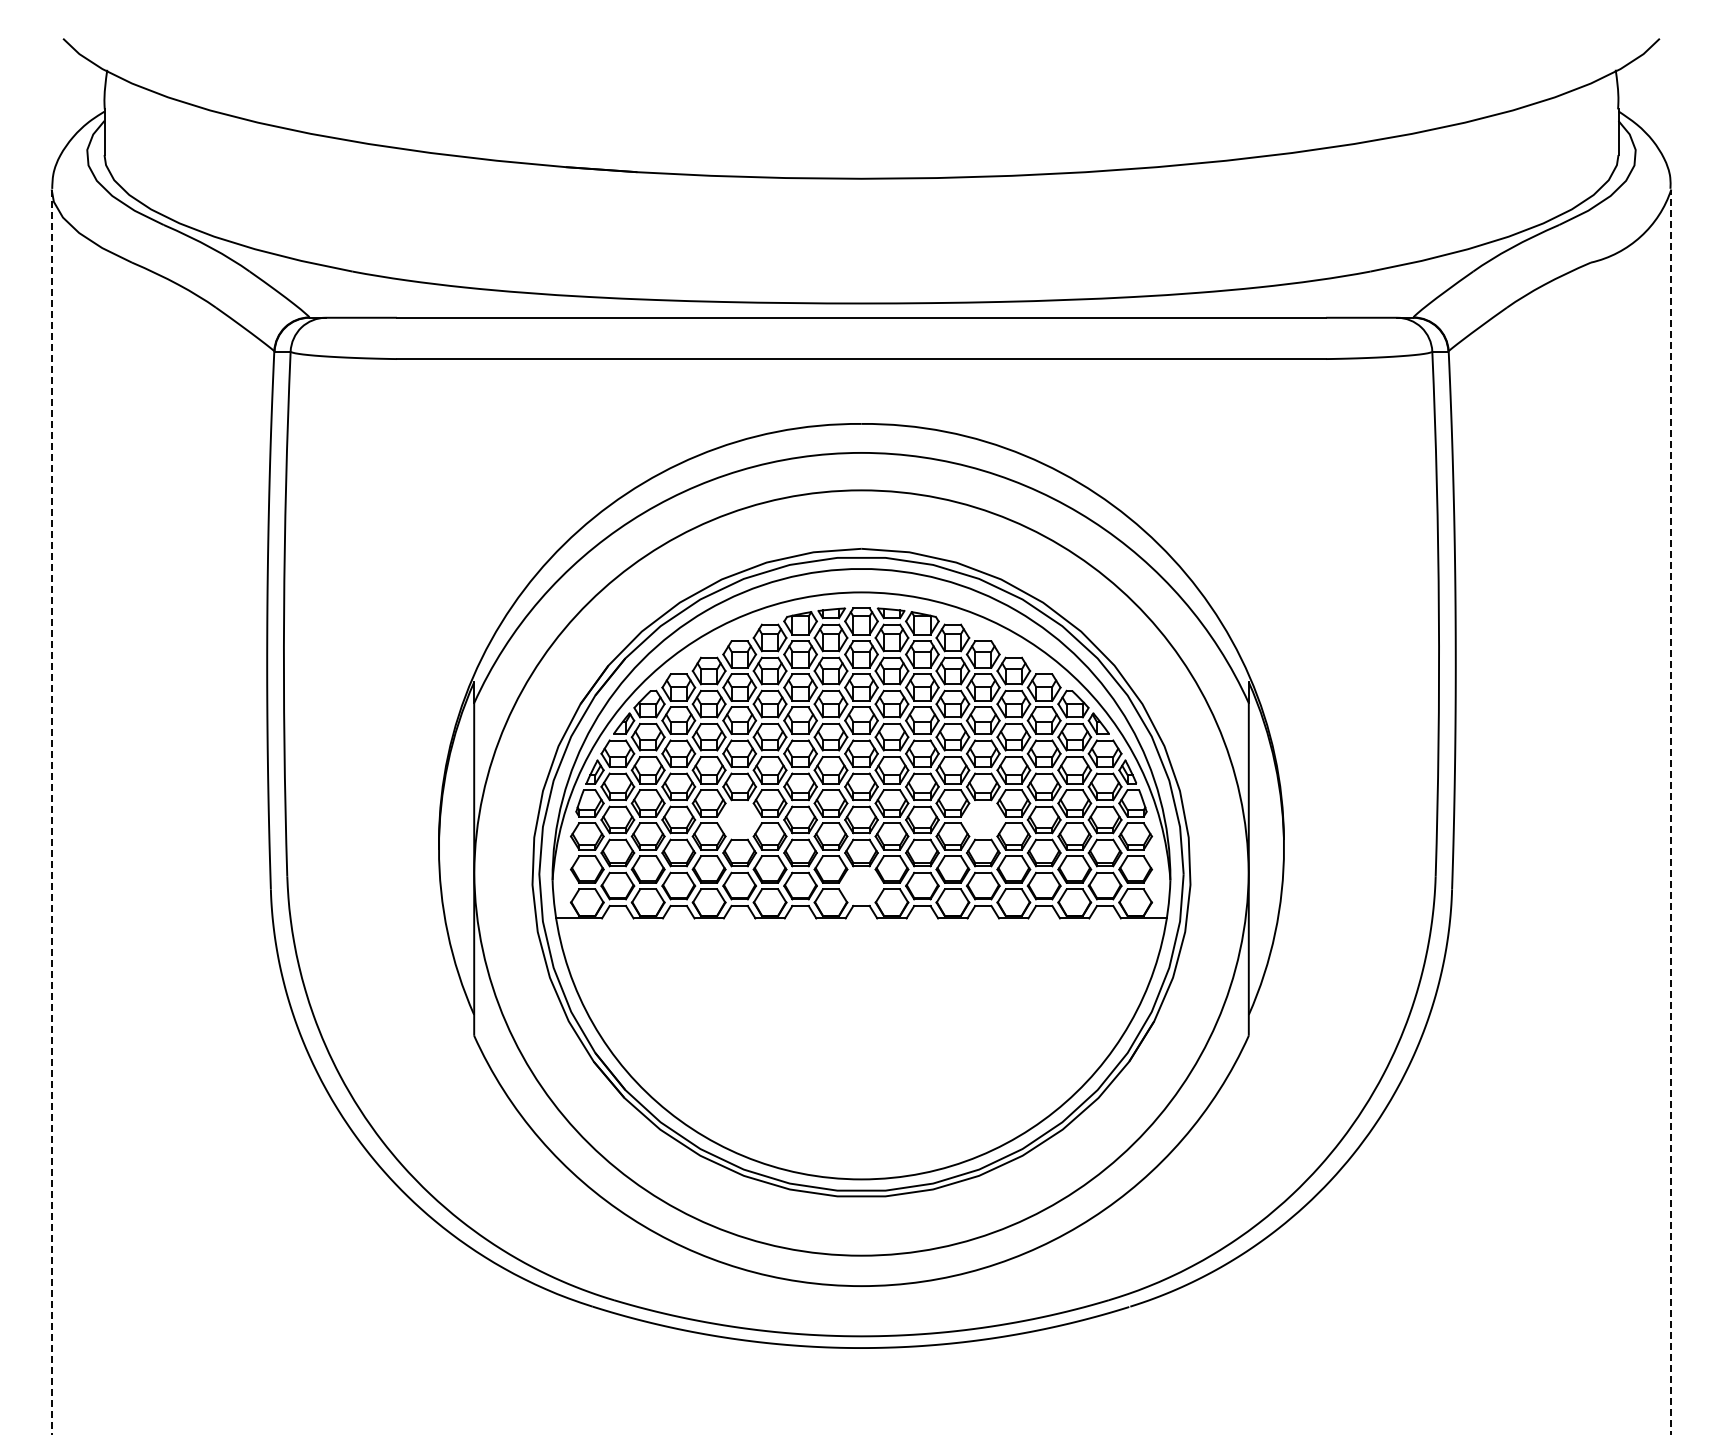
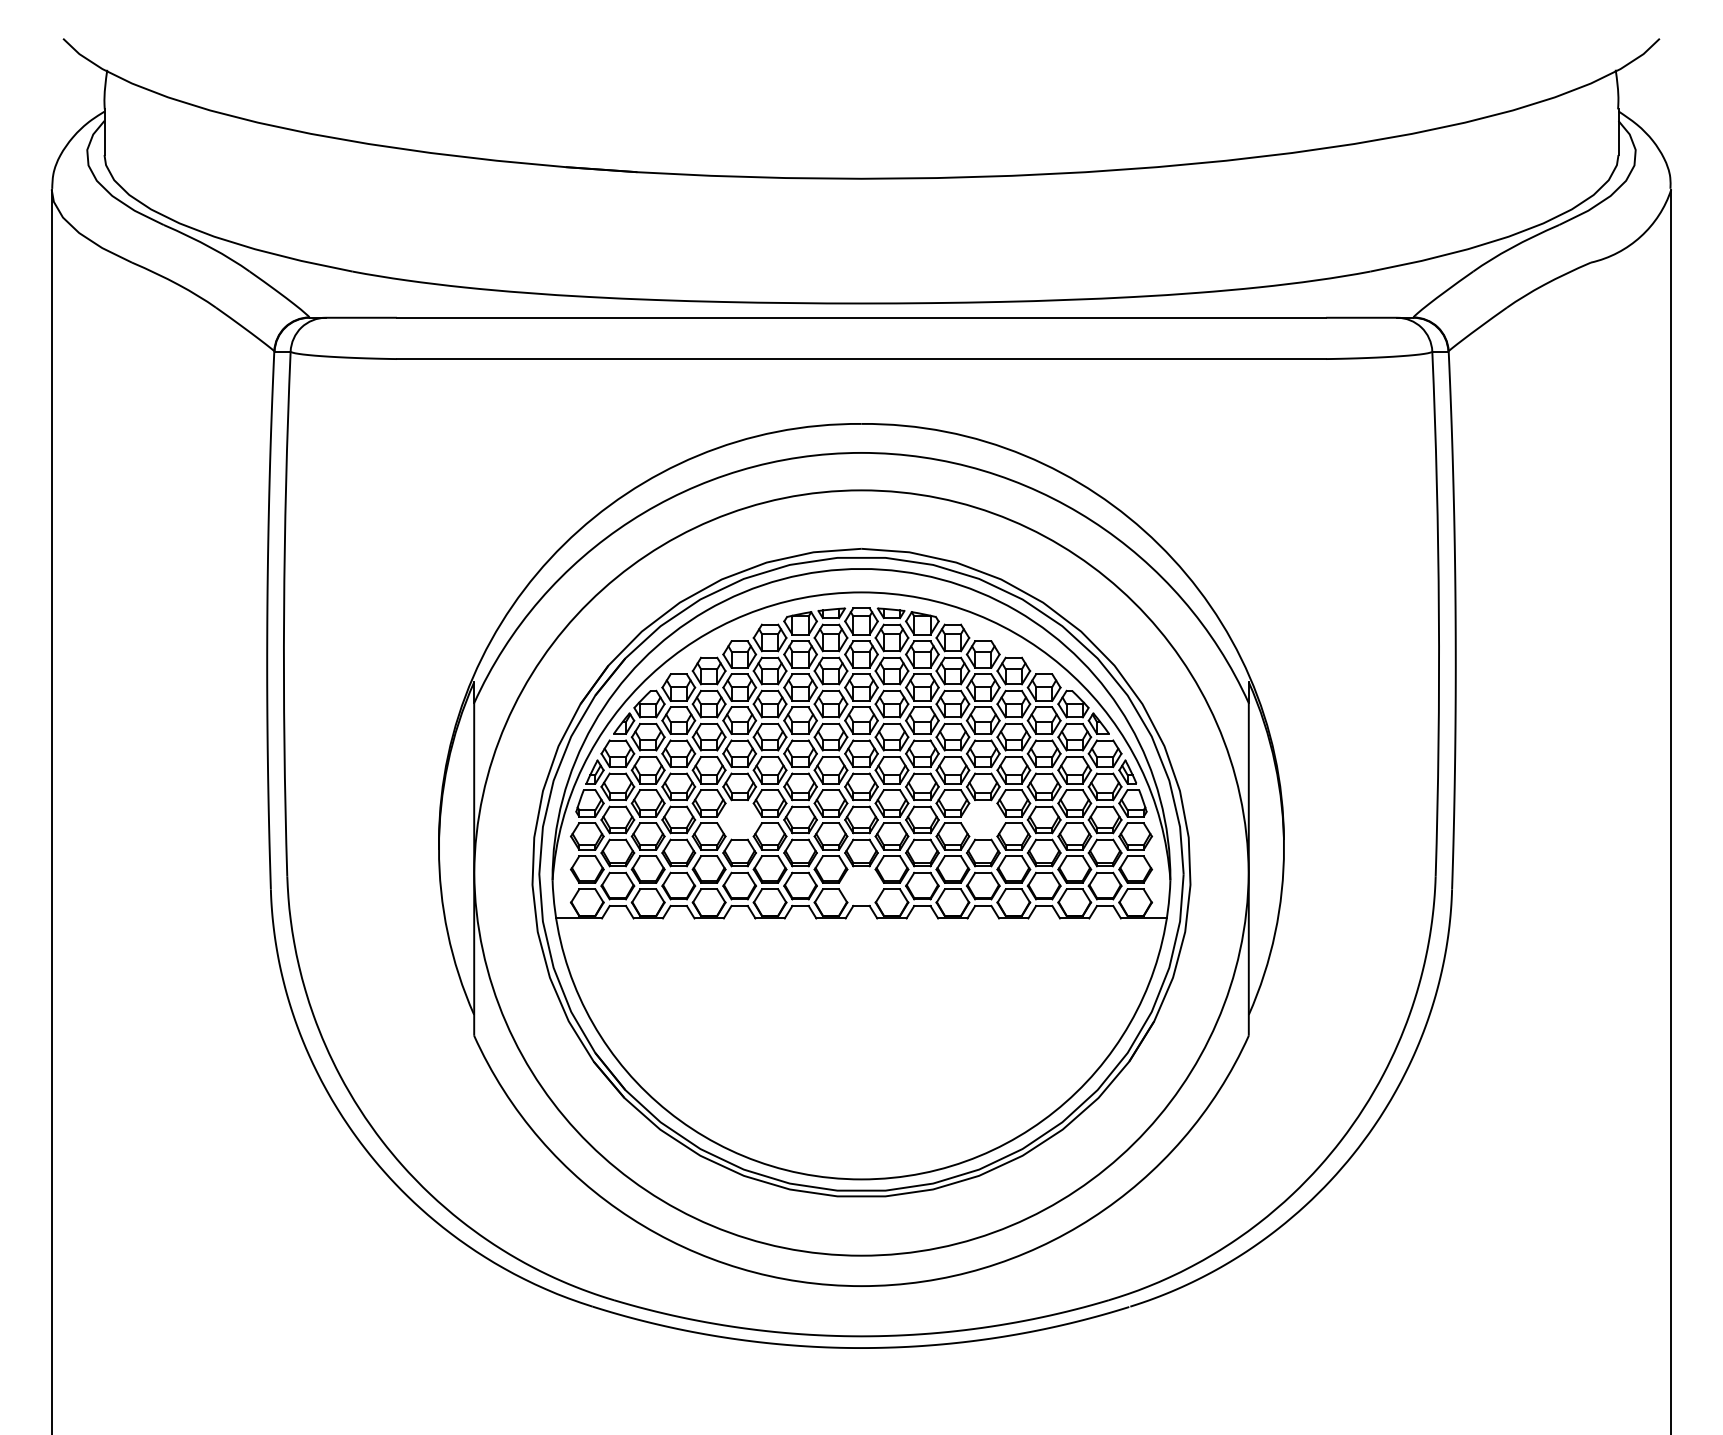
line at (1671, 811): dashed -> solid
line at (51, 812): dashed -> solid
